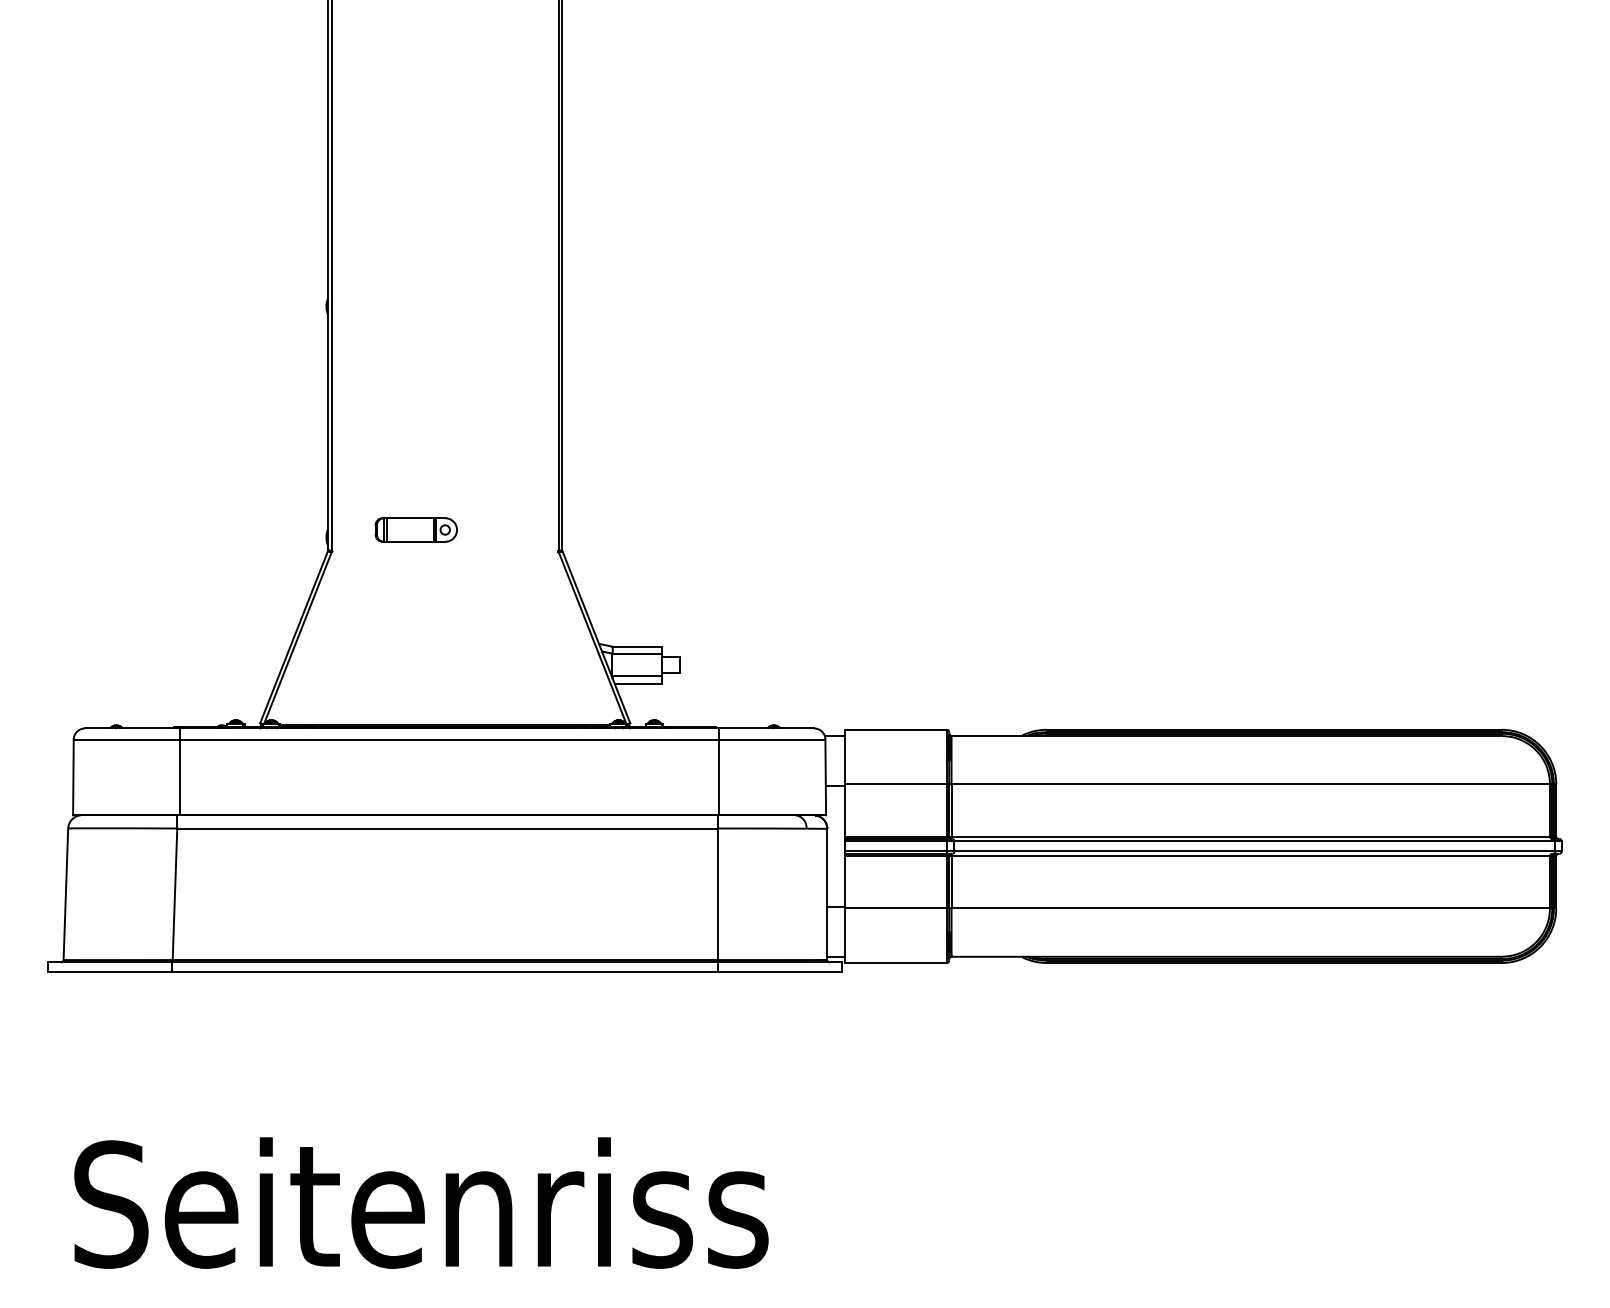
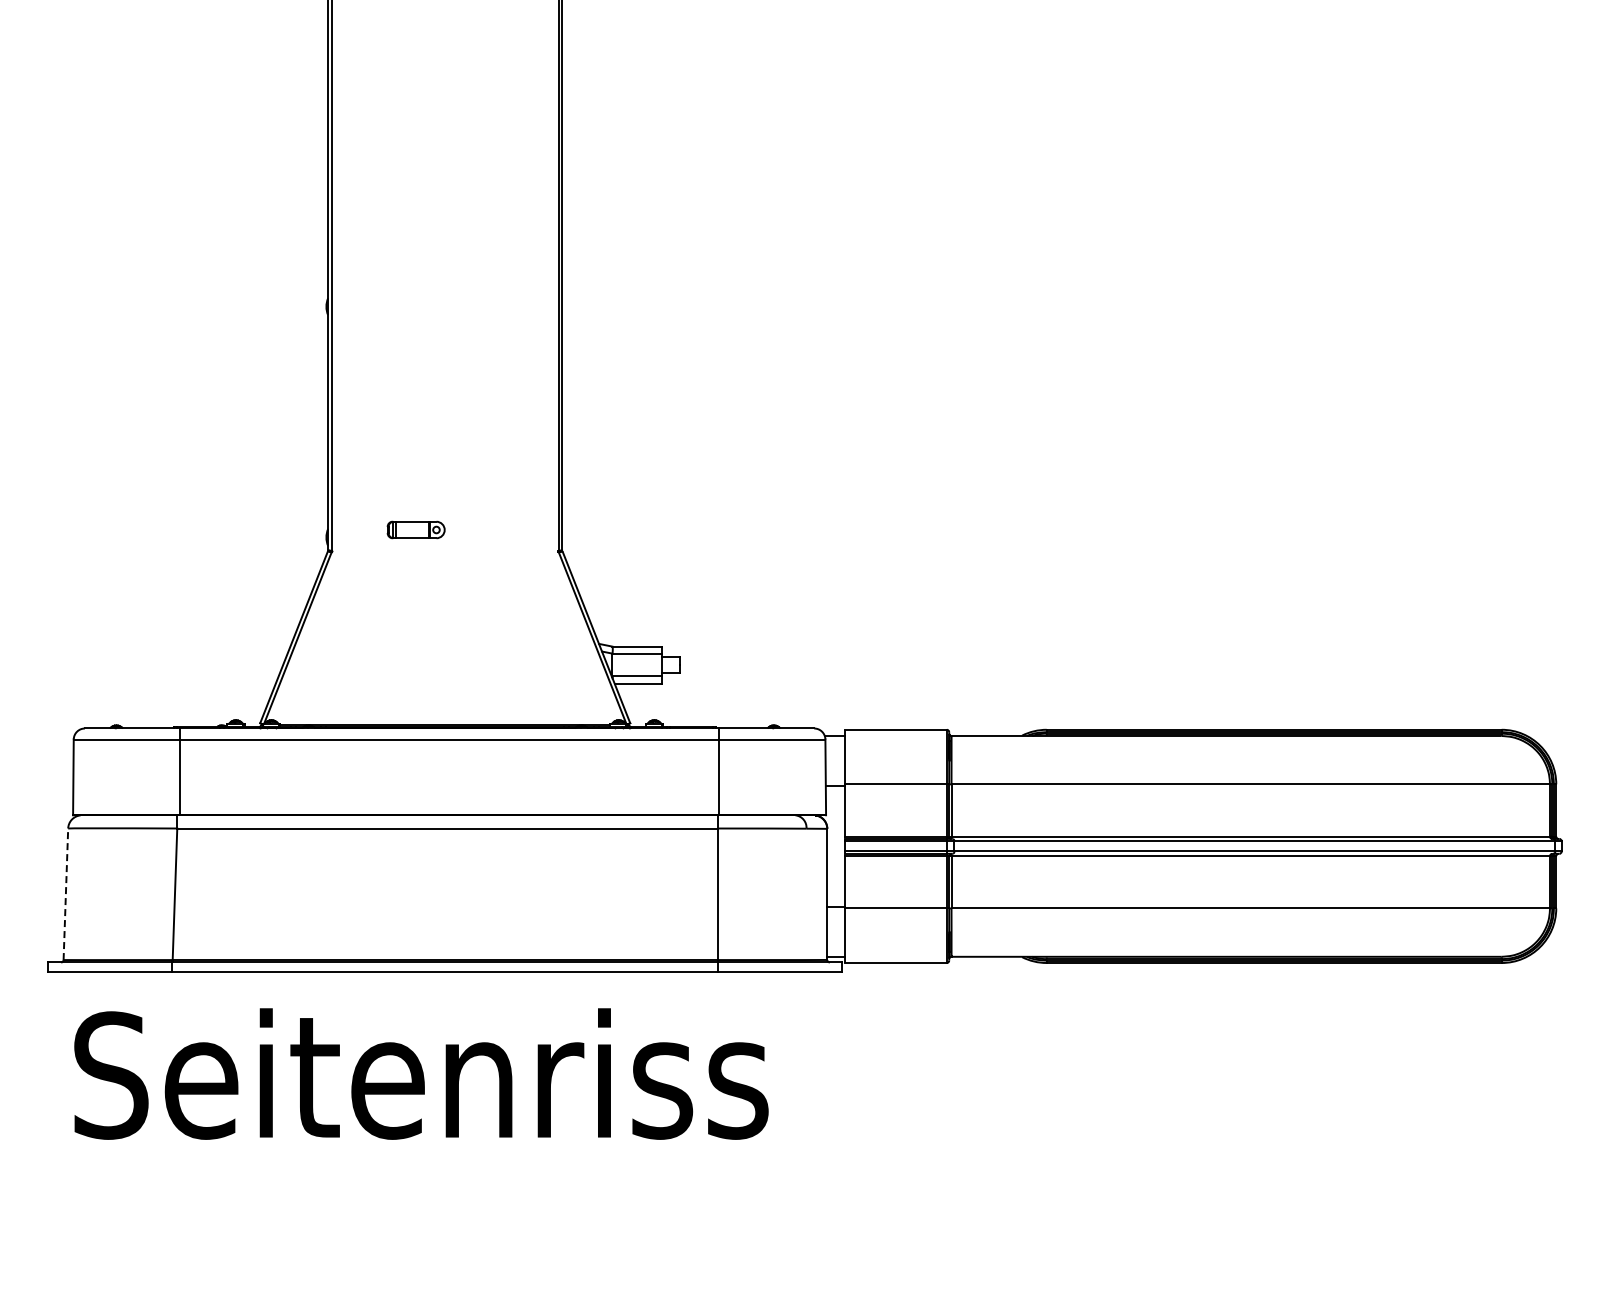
part at (415, 529) size: 84x26 px -> 60x20 px
line at (65, 894): solid -> dashed
text at (421, 1202) position: (421, 1202) -> (421, 1073)
